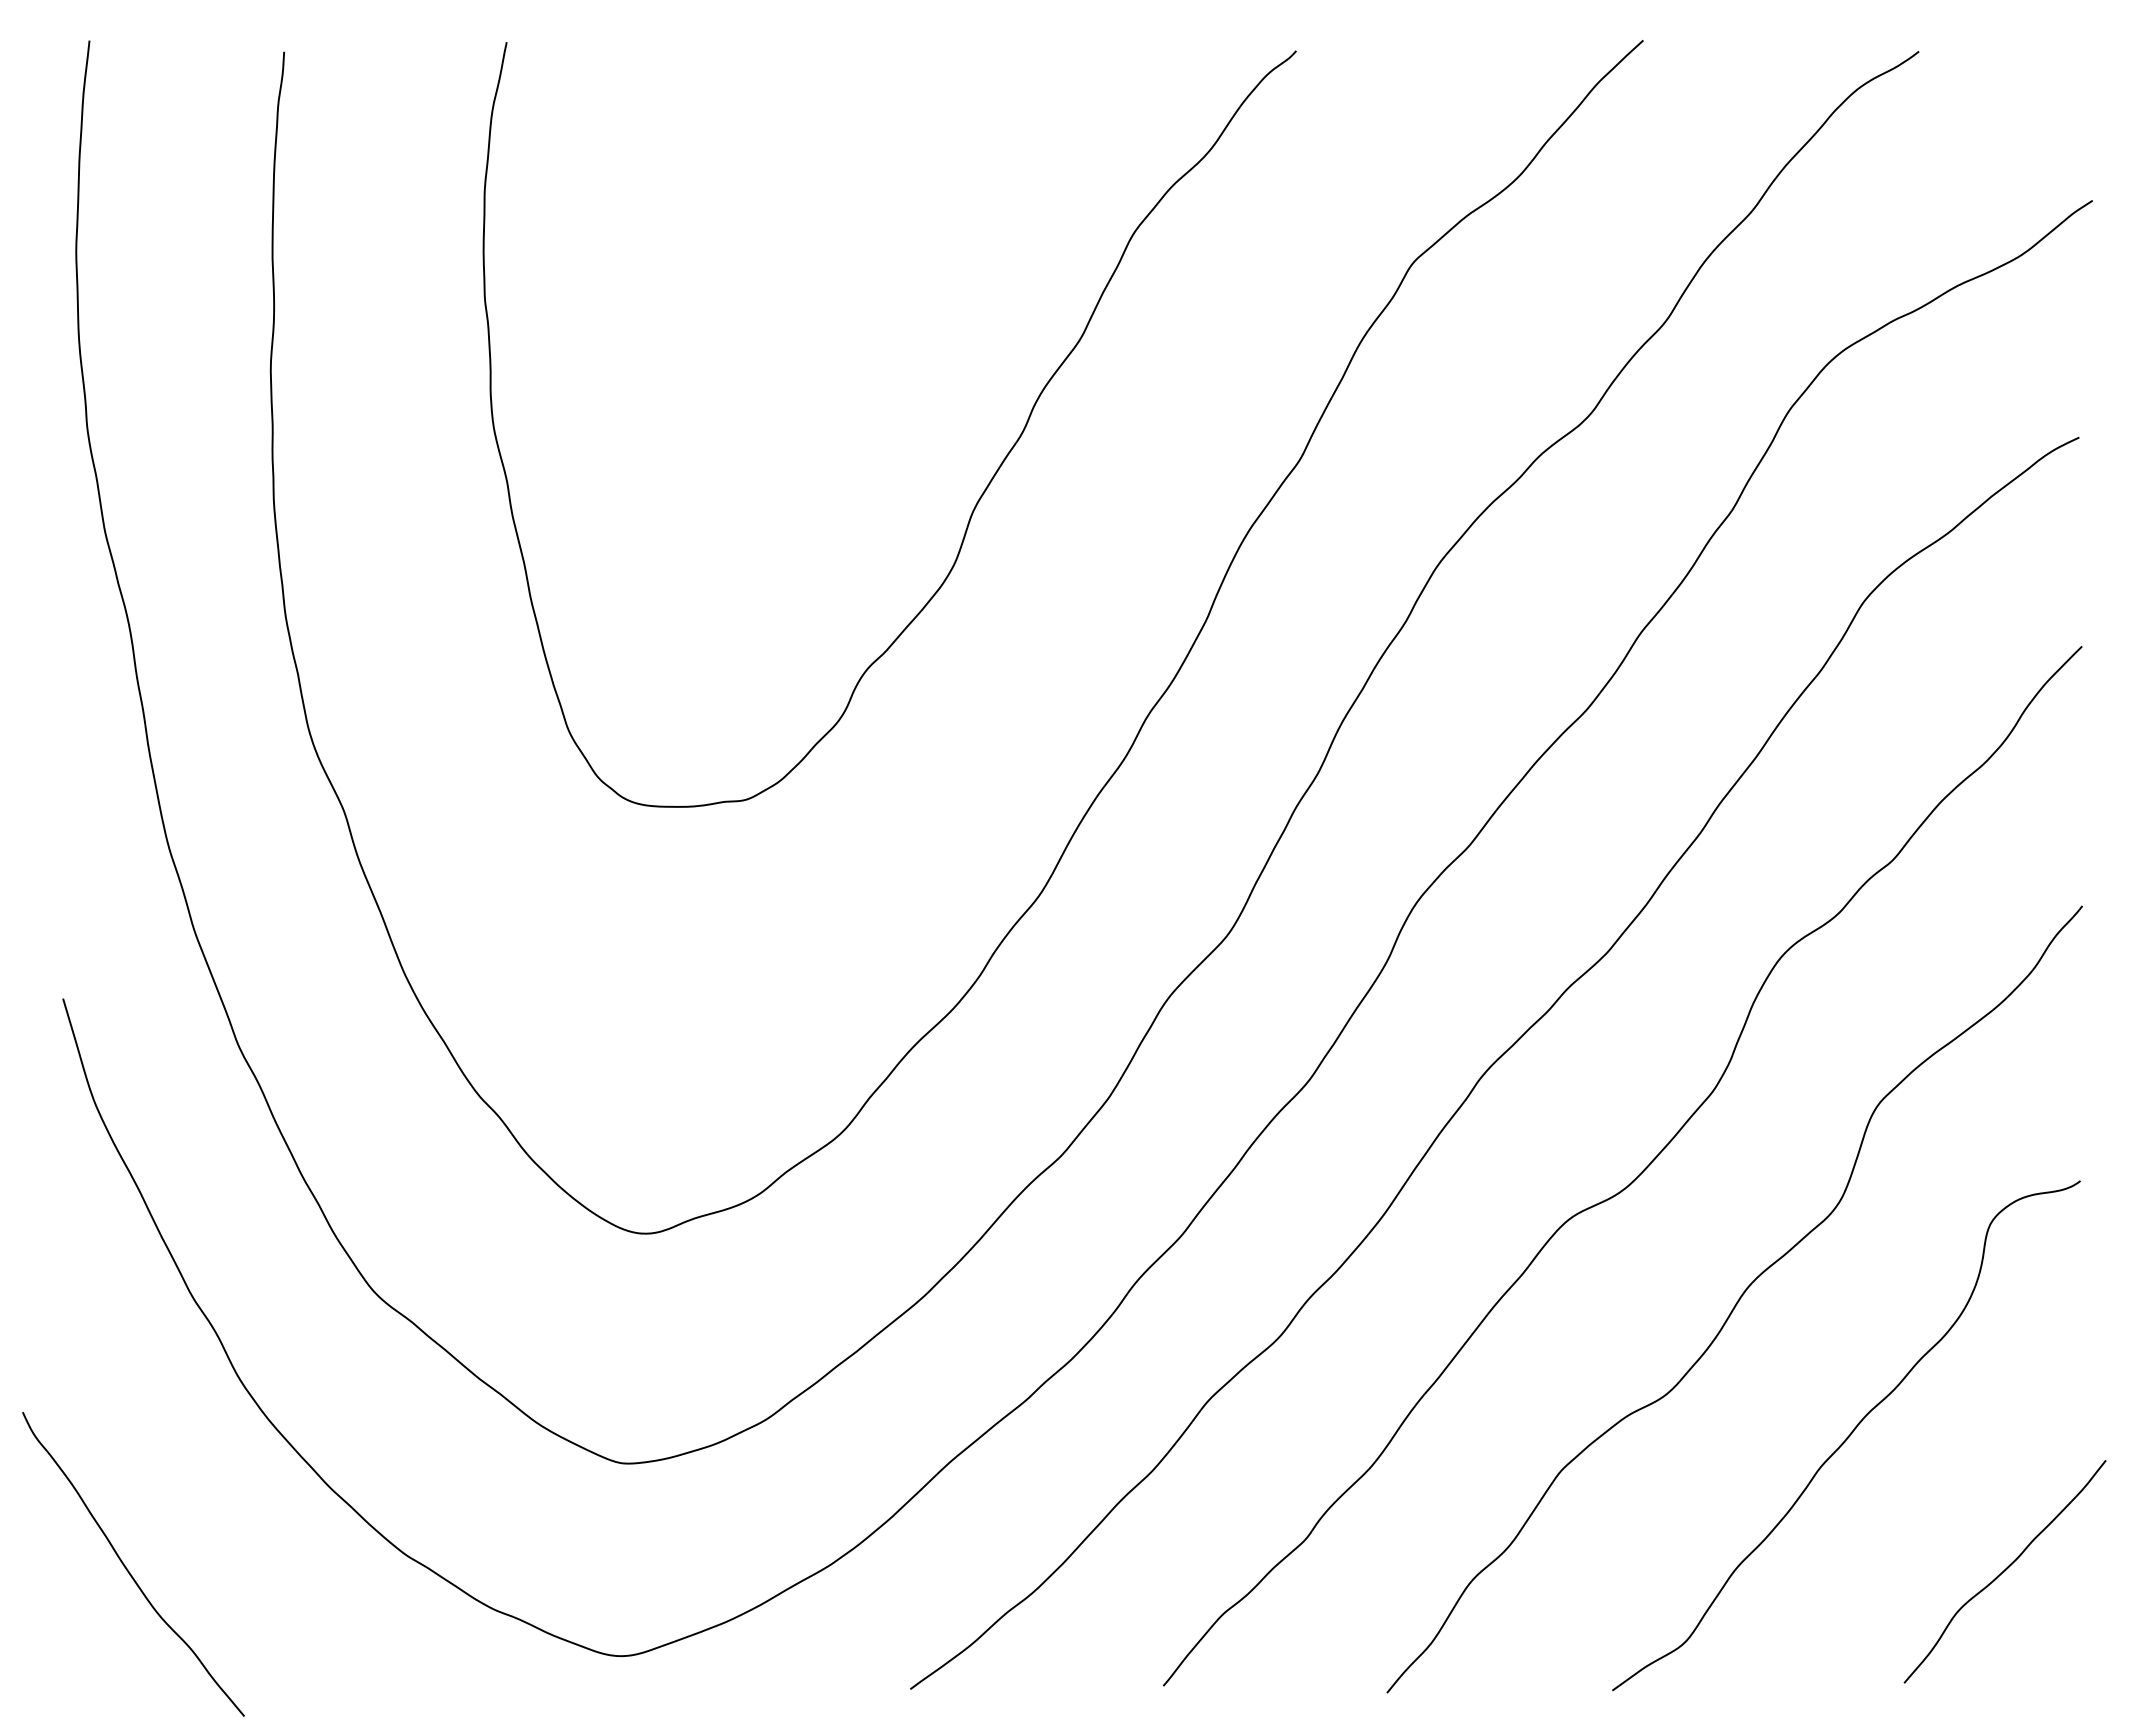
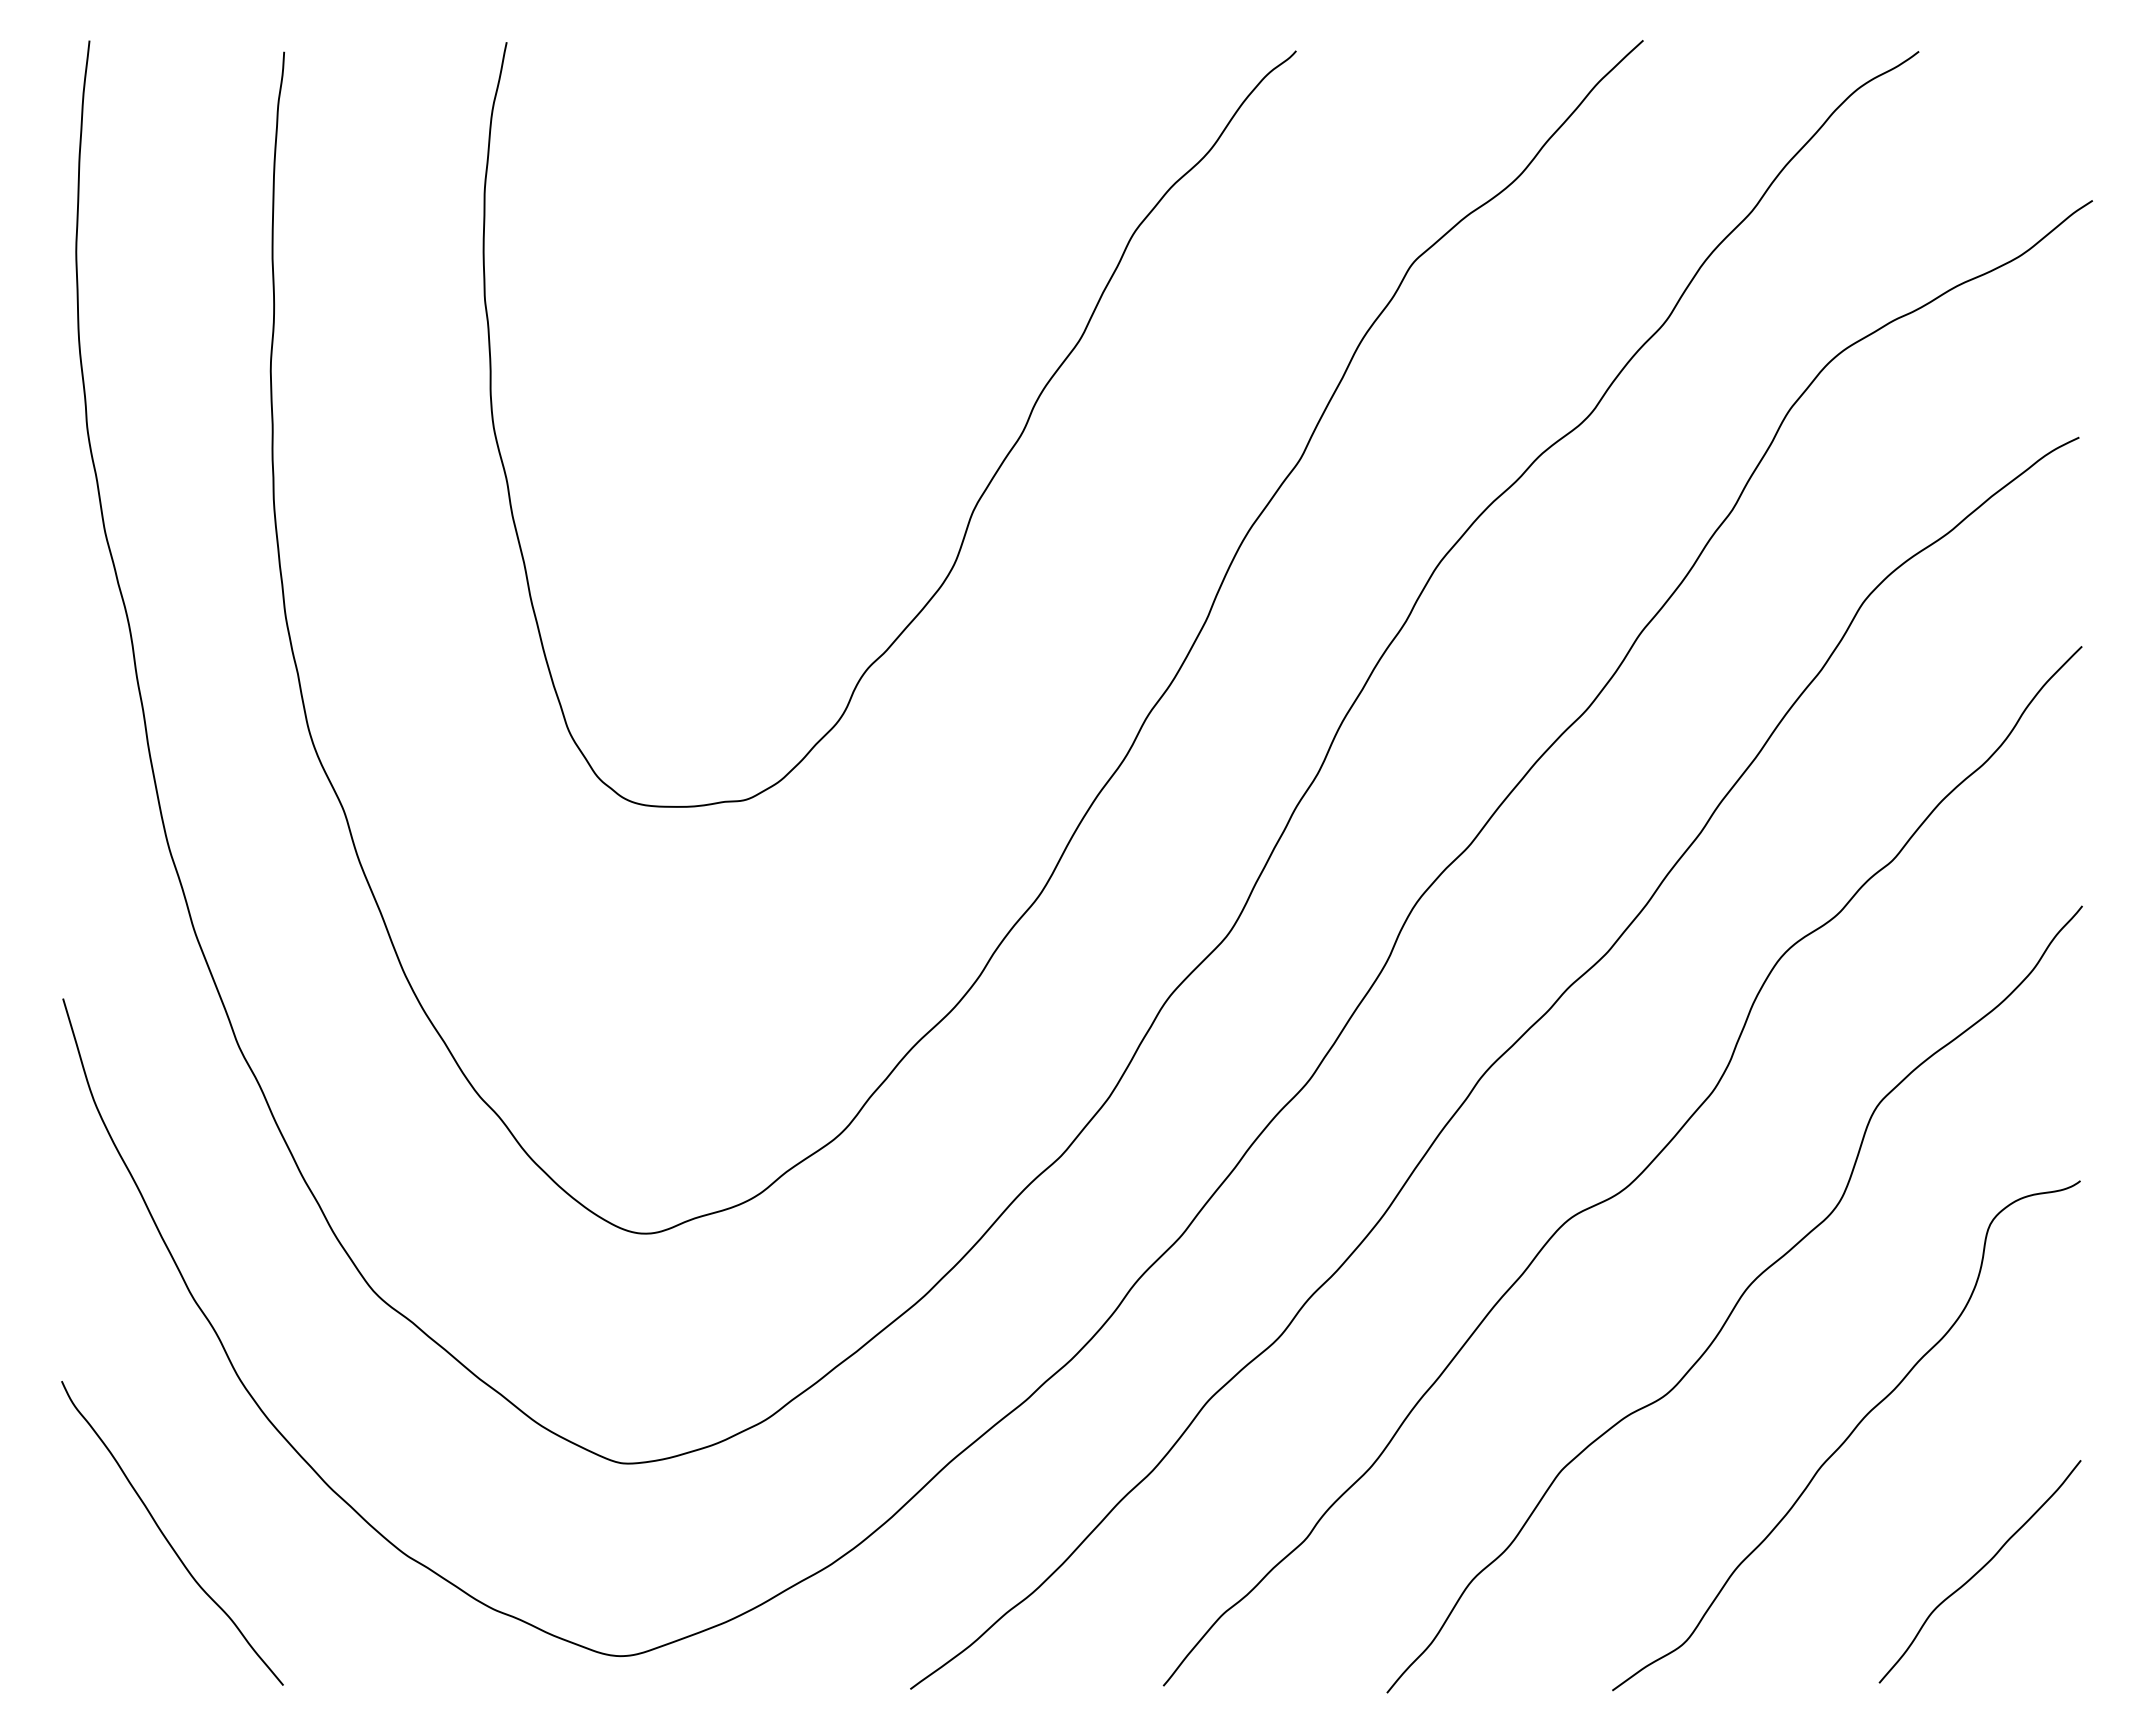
curve at (128, 1569) position: (128, 1569) -> (167, 1538)
curve at (2004, 1571) position: (2004, 1571) -> (1979, 1571)
